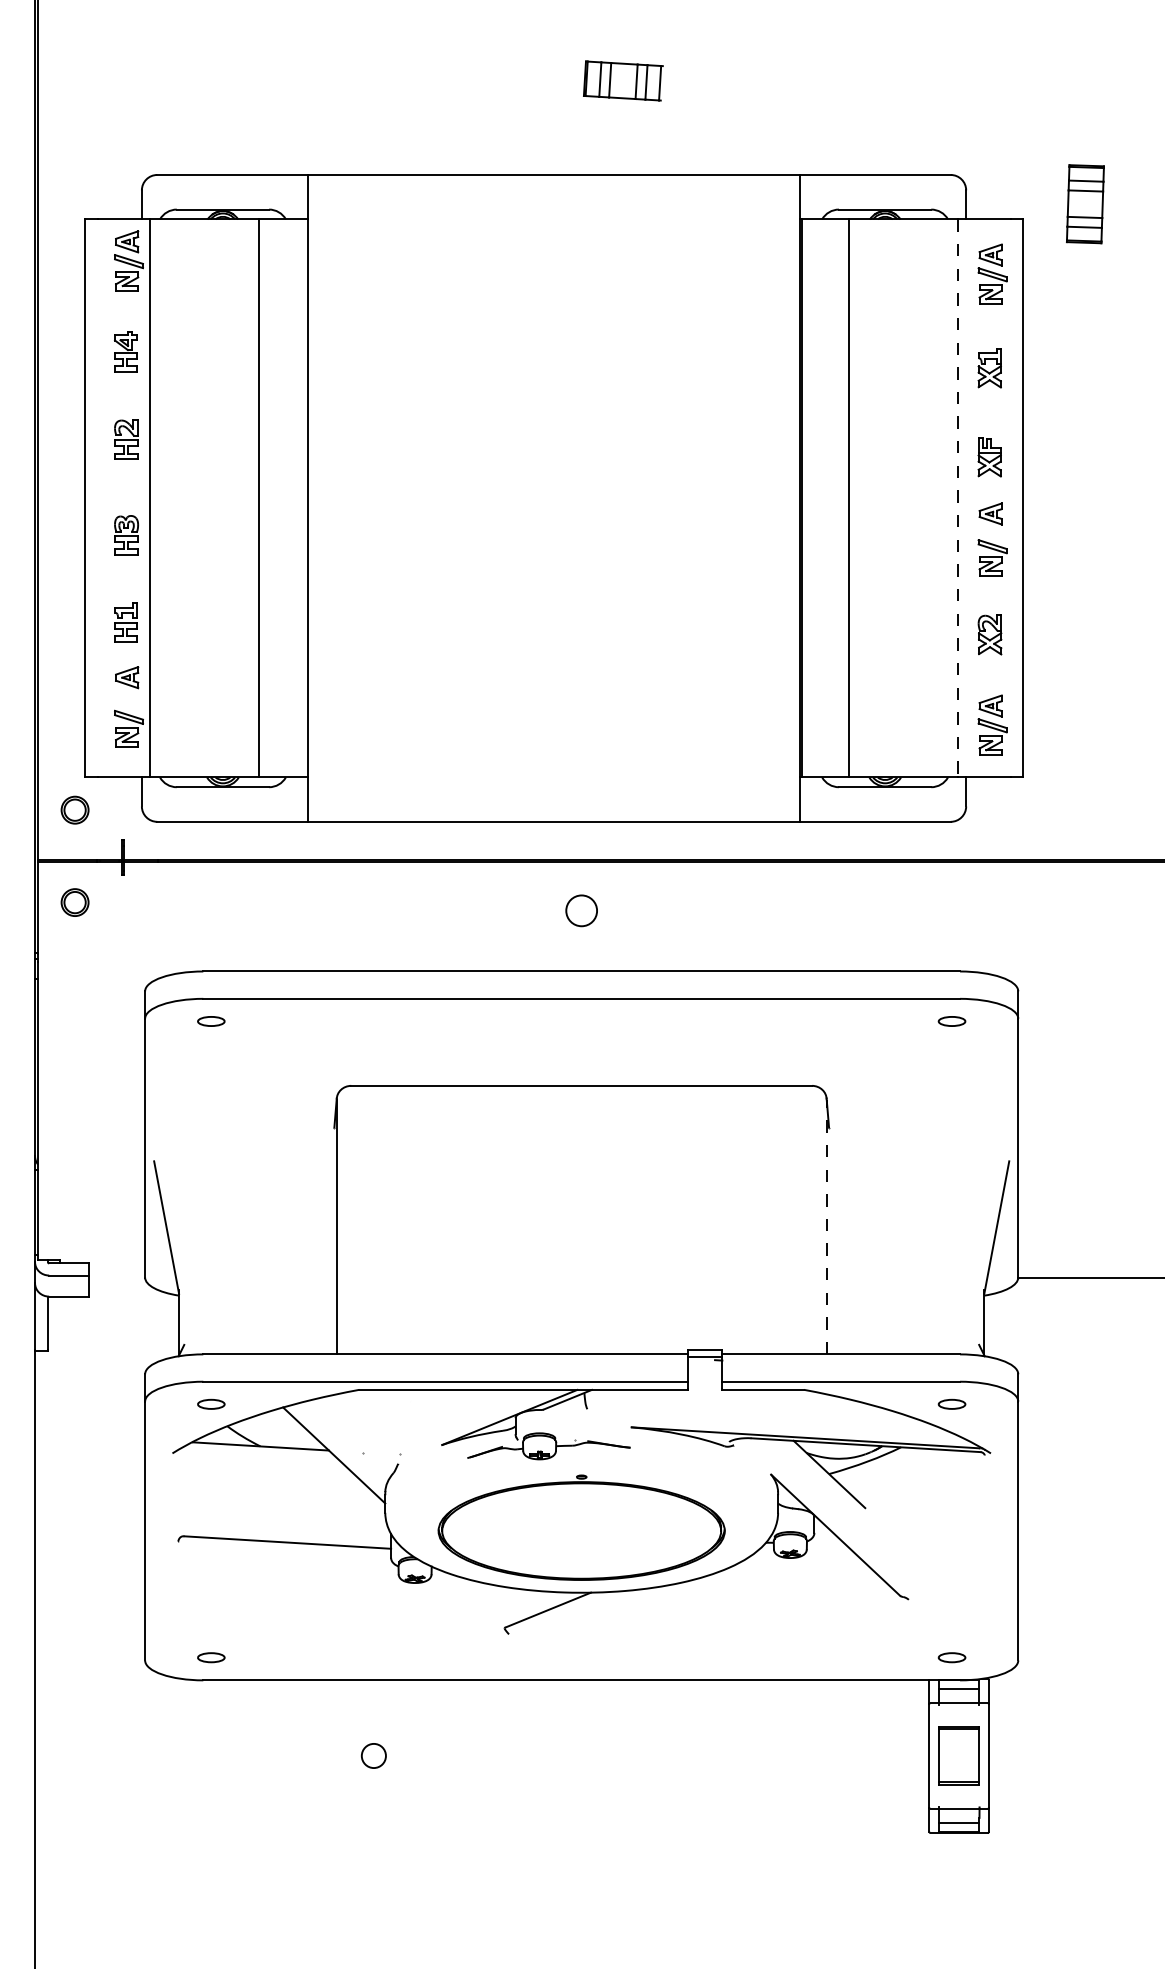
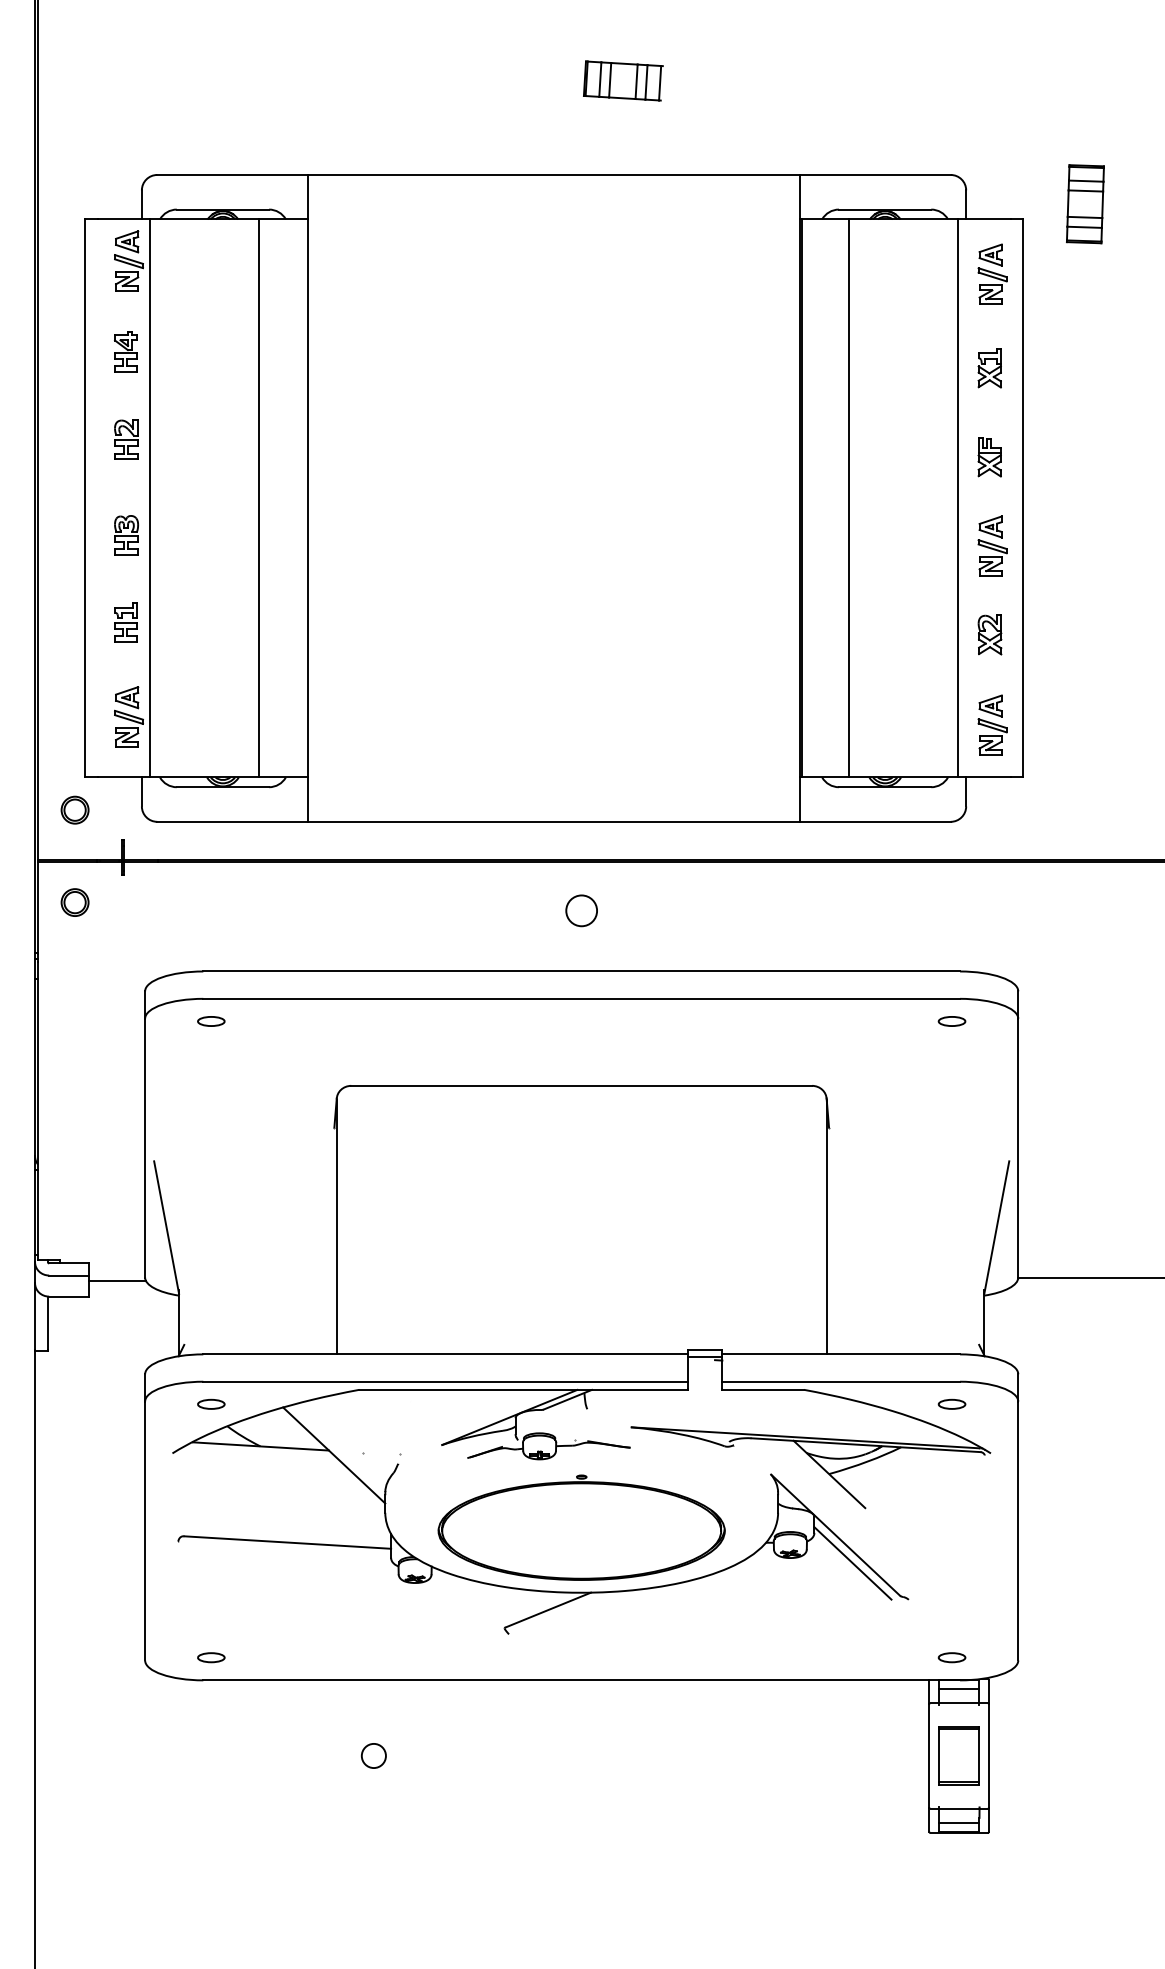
line at (957, 498): dashed -> solid
part at (990, 513) position: (990, 513) -> (990, 526)
part at (127, 677) position: (127, 677) -> (127, 697)
line at (826, 1226): dashed -> solid
line at (117, 1281): none -> present
line at (852, 1563): none -> present
